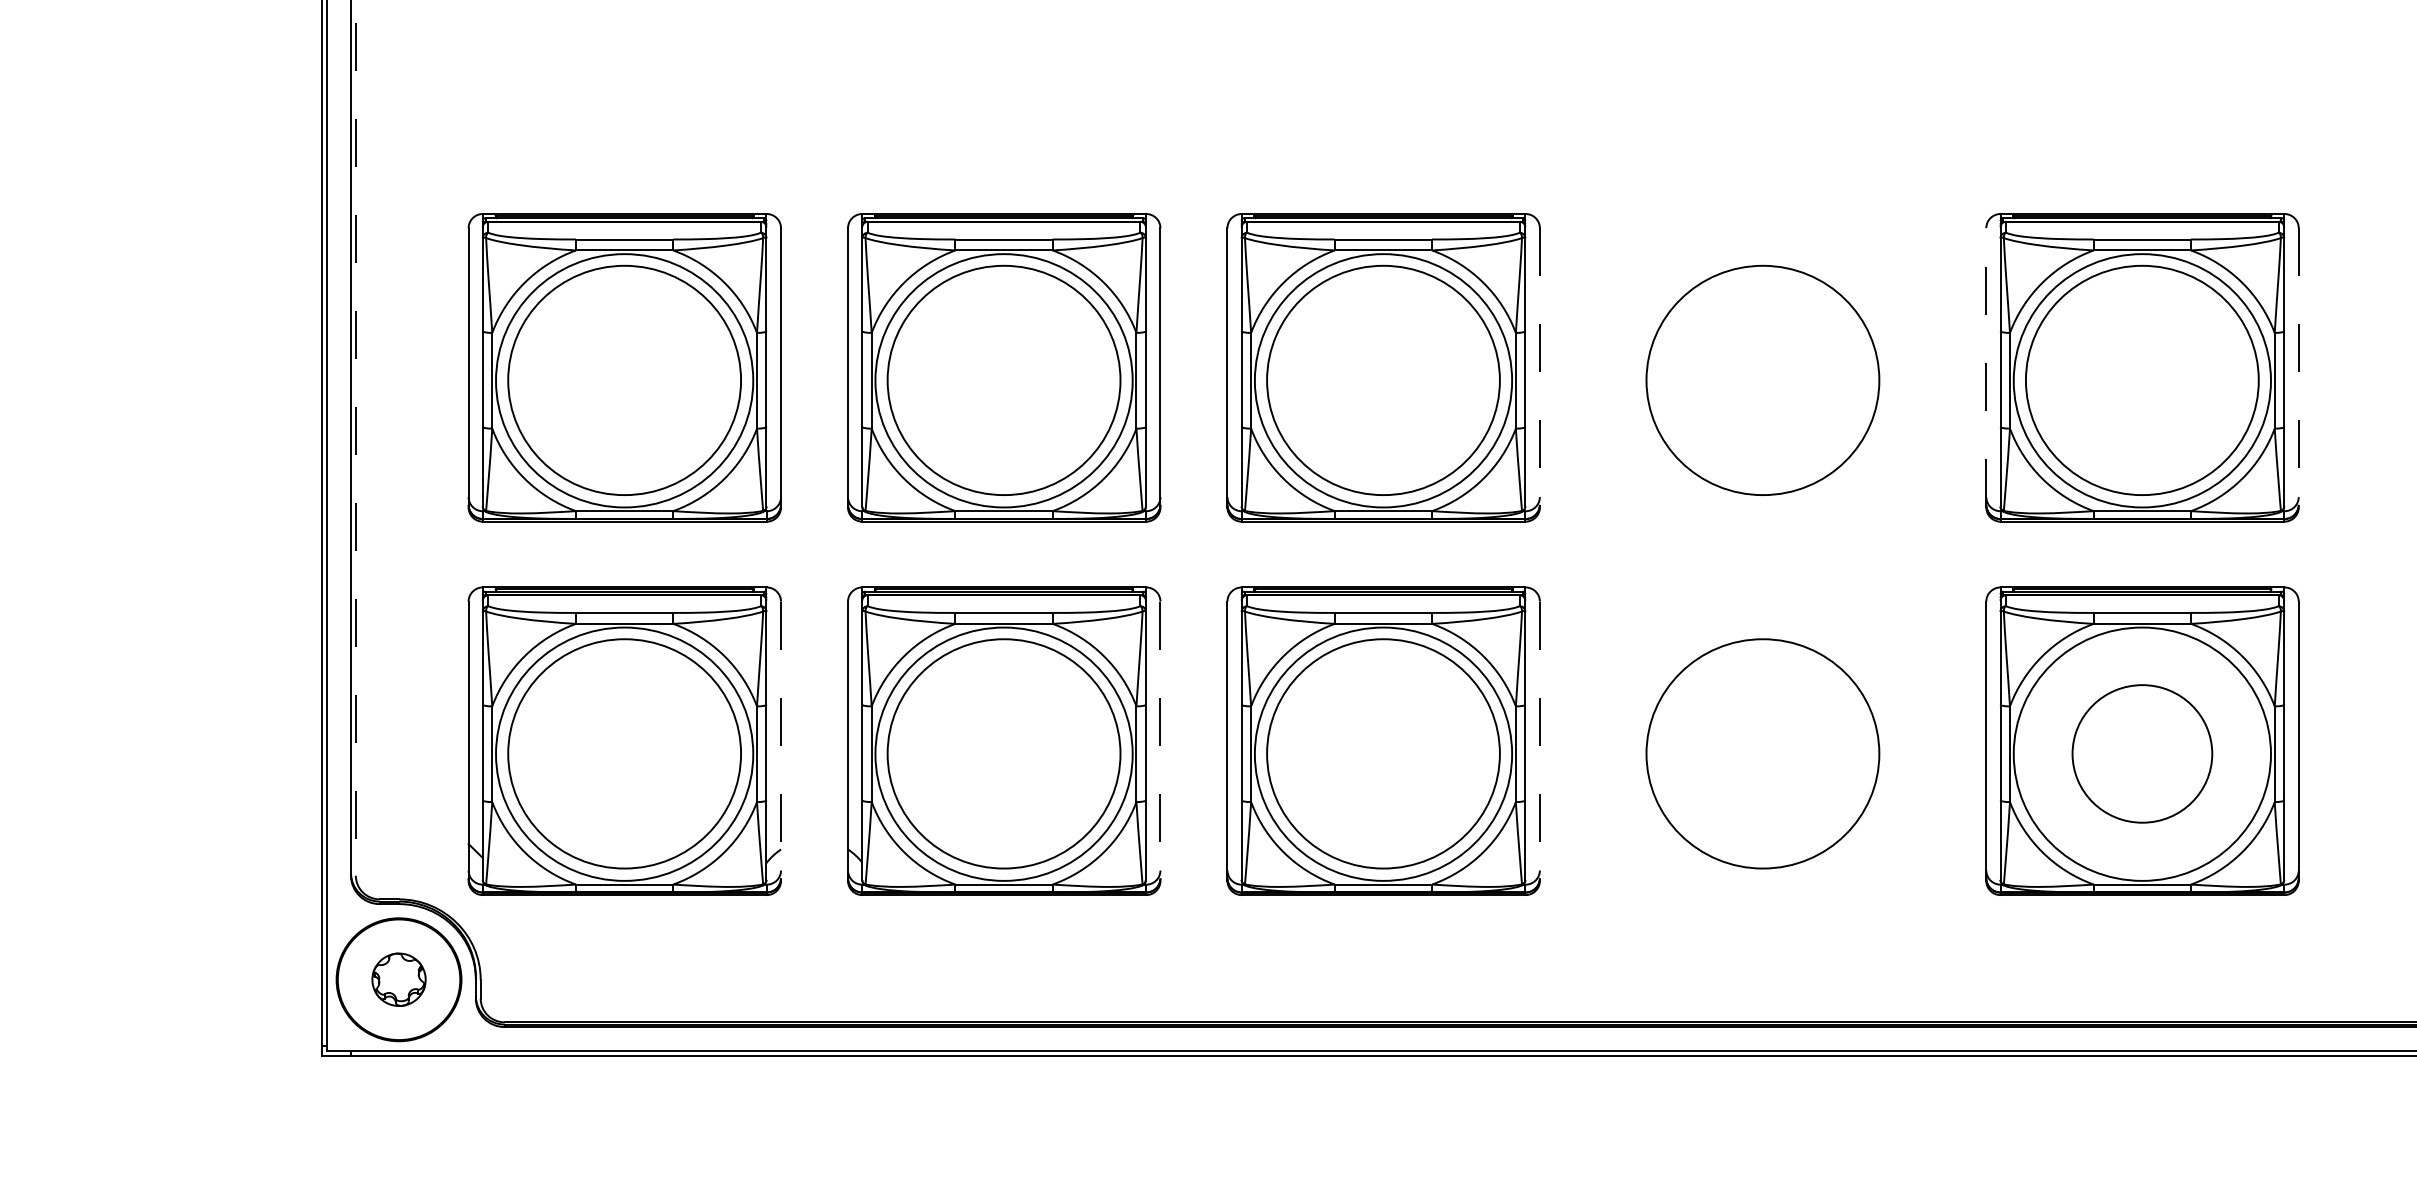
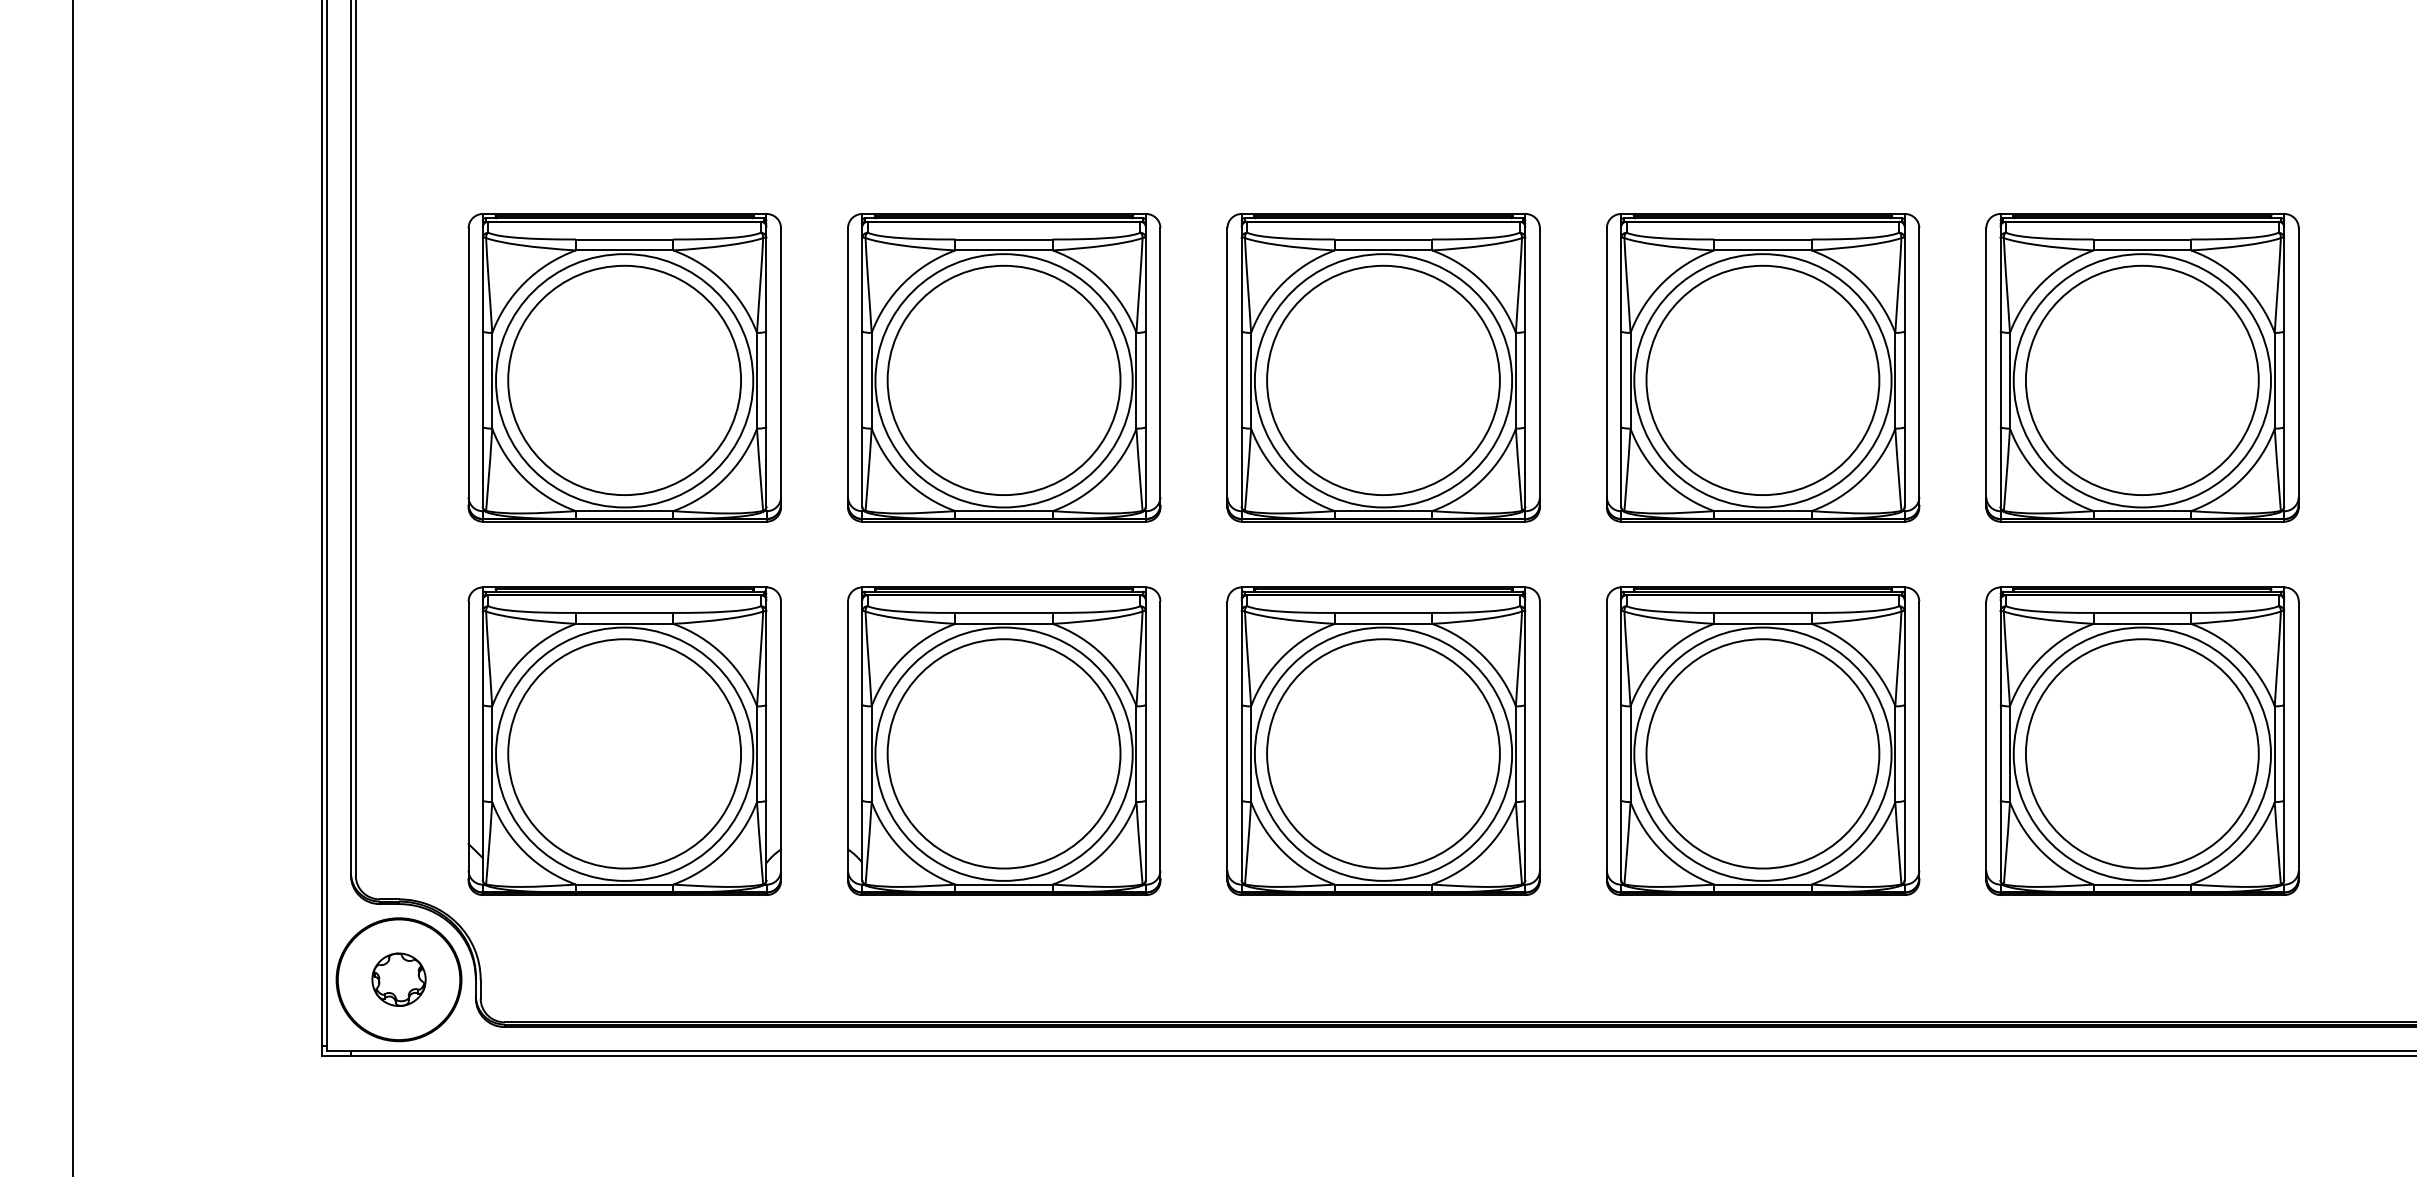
line at (1539, 367): dashed -> solid
part at (1763, 367): none -> present
line at (1986, 367): dashed -> solid
line at (2298, 367): dashed -> solid
line at (355, 438): dashed -> solid
line at (72, 587): none -> present
part at (1763, 740): none -> present
line at (781, 741): dashed -> solid
line at (1160, 741): dashed -> solid
line at (1539, 741): dashed -> solid
part at (2142, 753) size: 143x140 px -> 235x232 px
